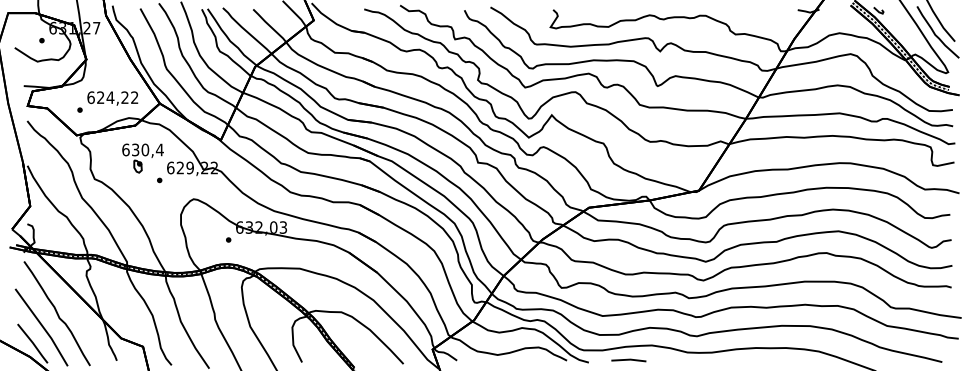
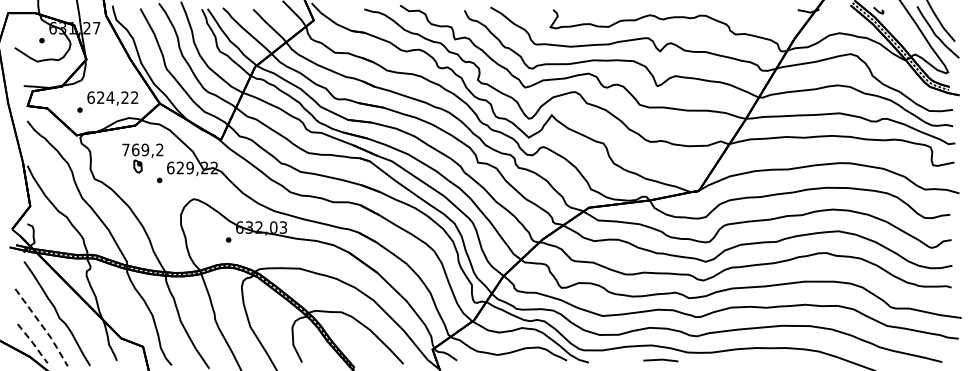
text at (142, 149): 630,4 -> 769,2
line at (43, 327): solid -> dashed
line at (33, 343): solid -> dashed
line at (628, 360) position: (628, 360) -> (660, 360)
